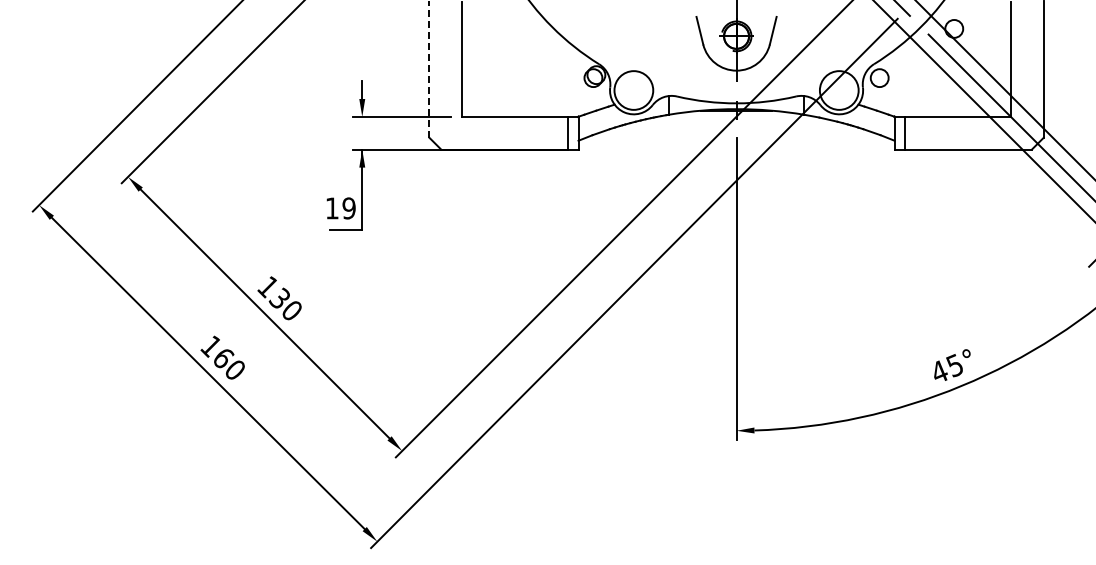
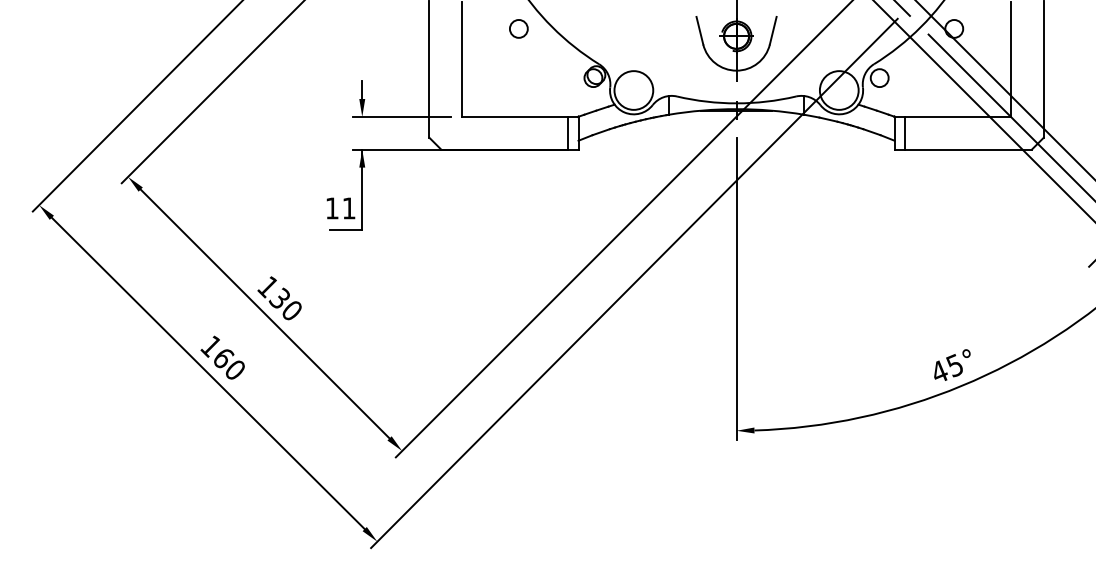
circle at (518, 28): none -> present
line at (429, 68): dashed -> solid
text at (348, 208): 19 -> 11
